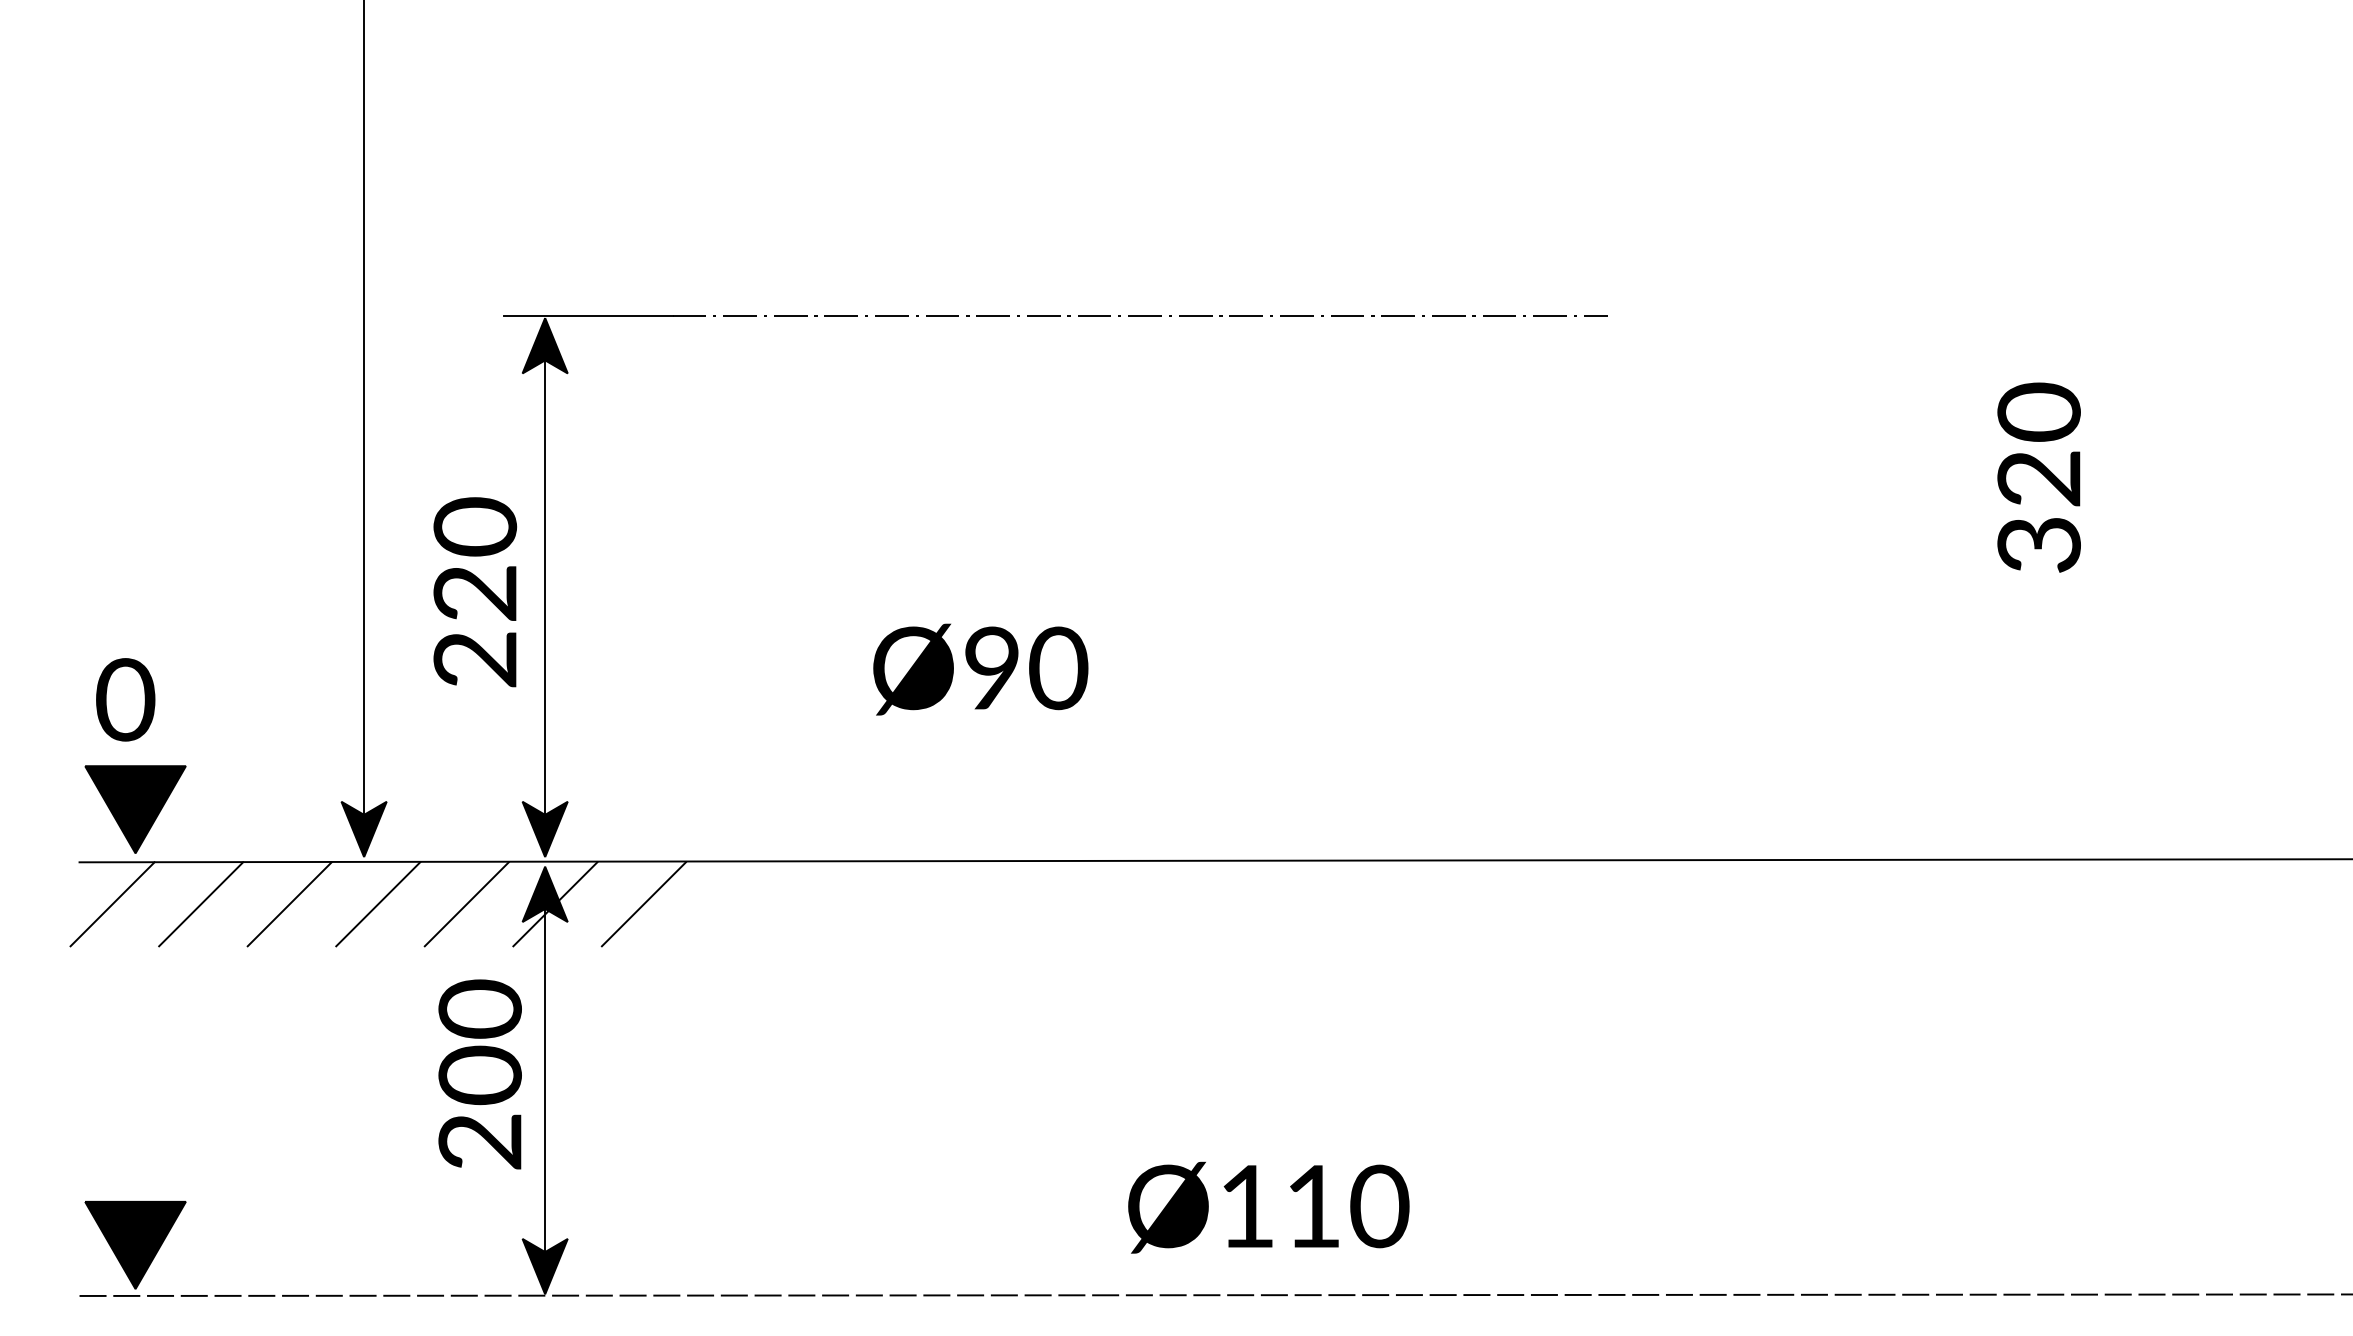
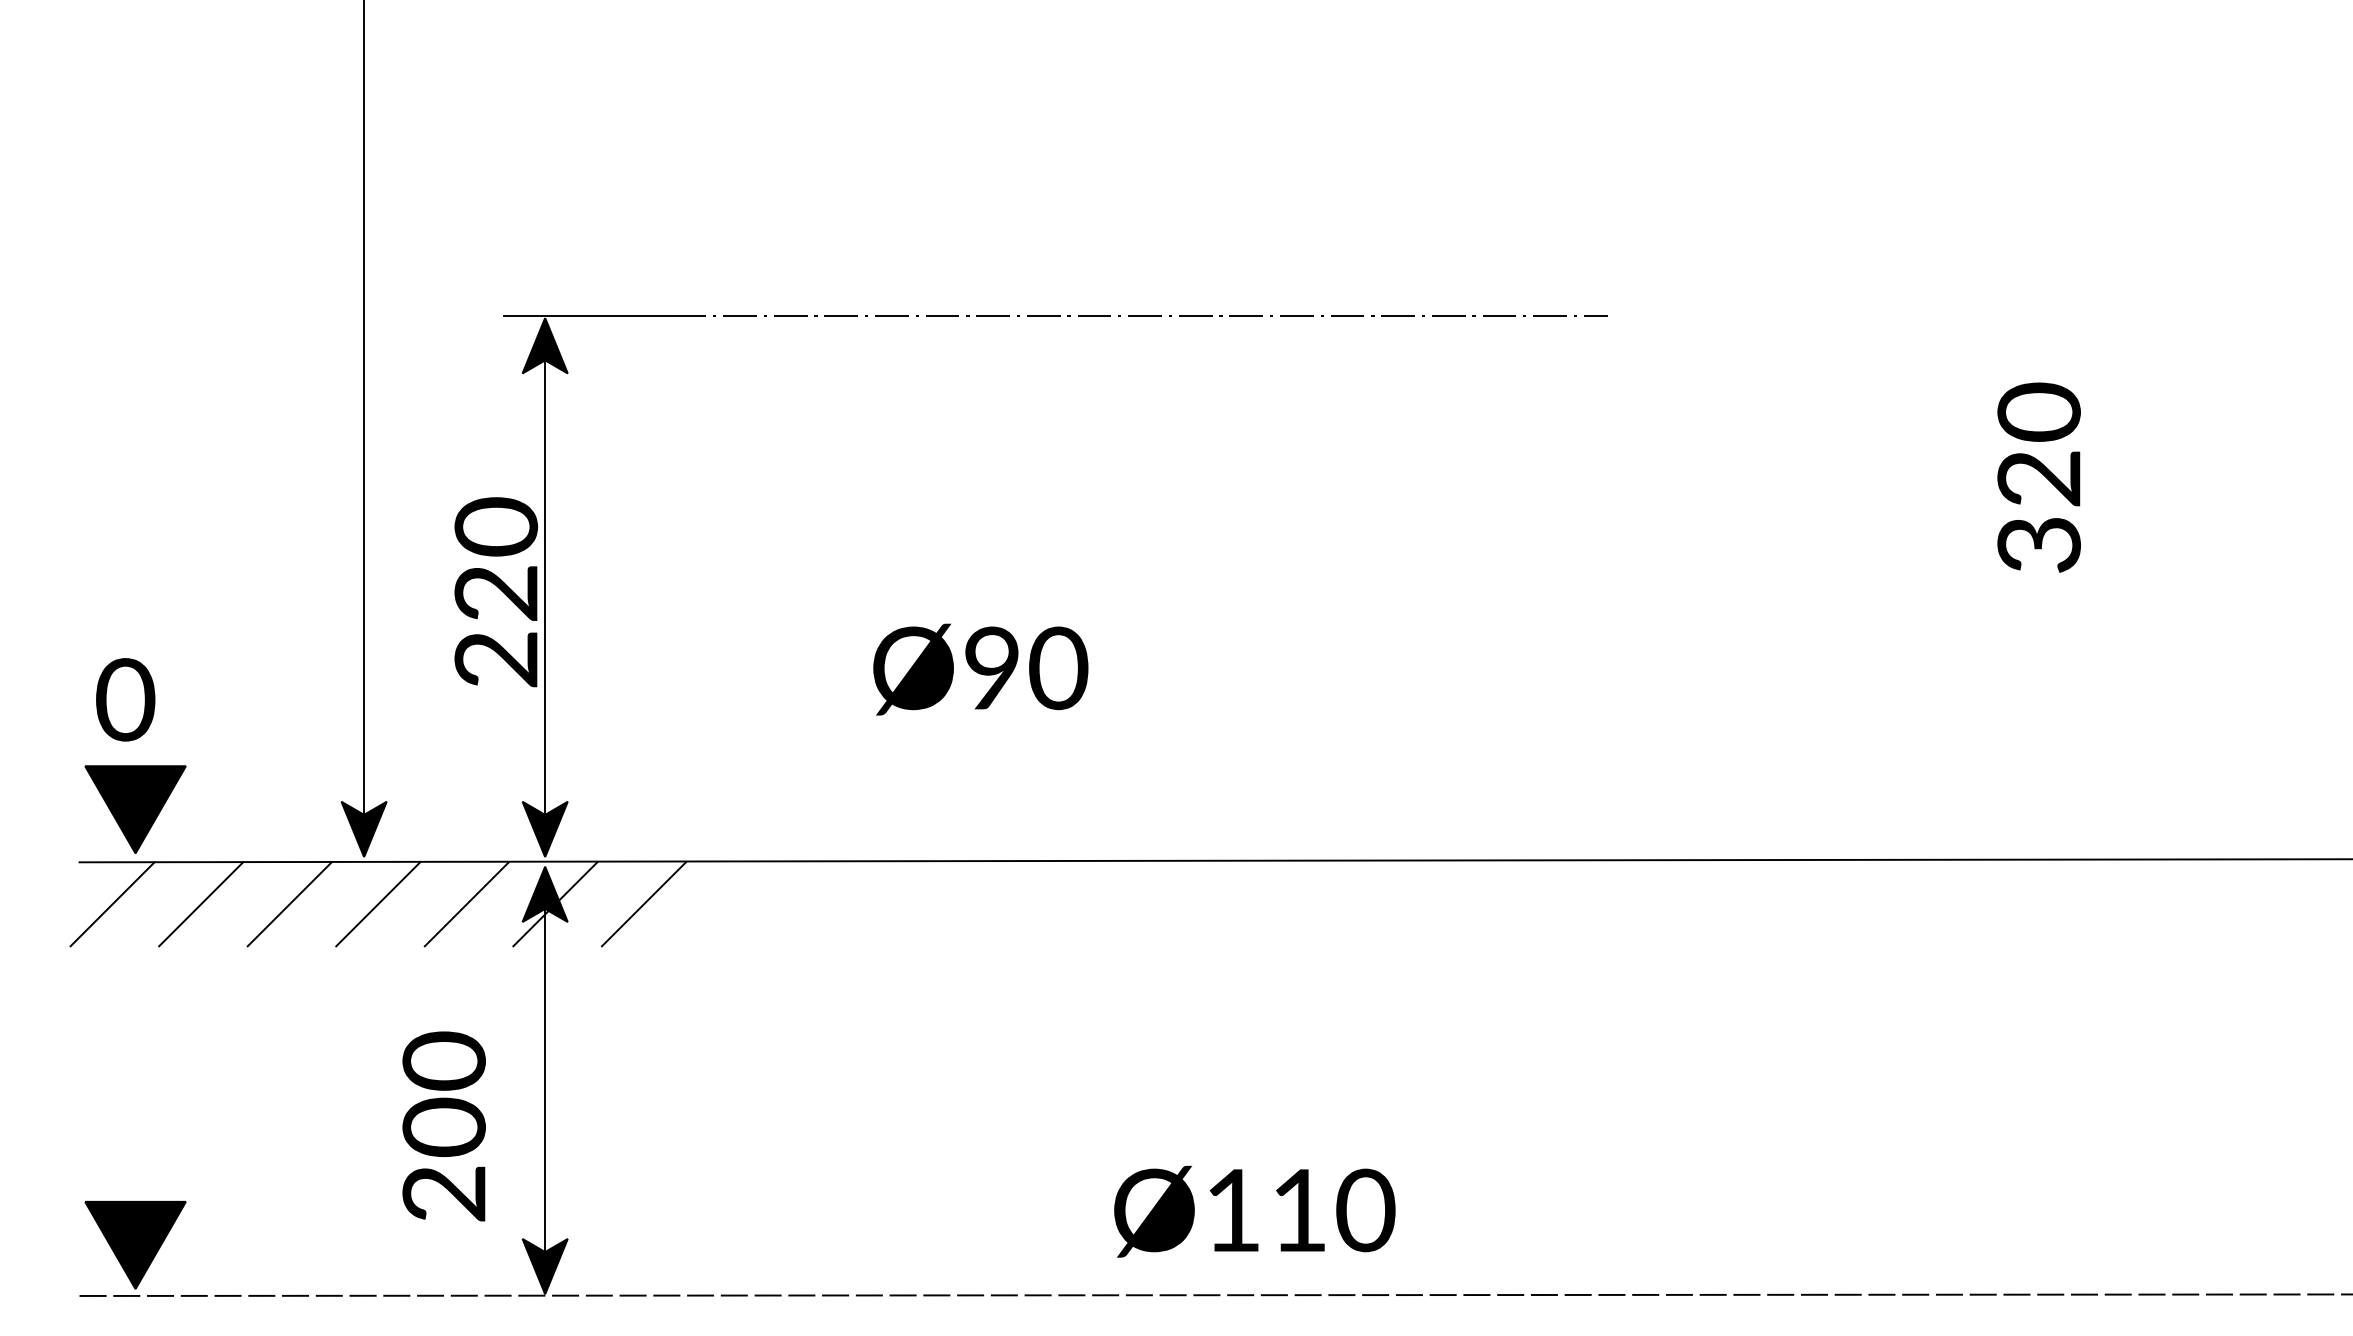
text at (475, 592) position: (475, 592) -> (496, 592)
text at (479, 1074) position: (479, 1074) -> (443, 1126)
text at (1268, 1207) position: (1268, 1207) -> (1254, 1211)
